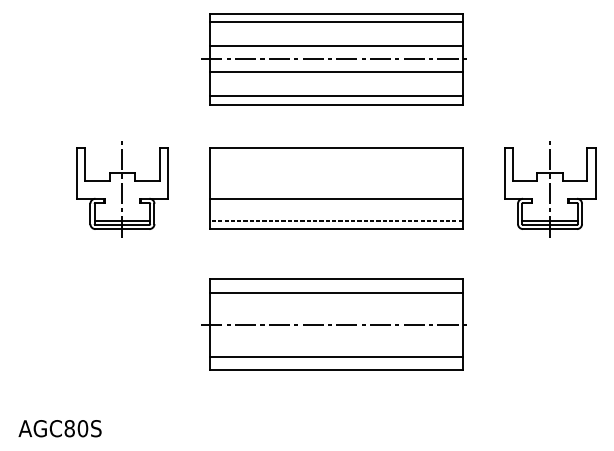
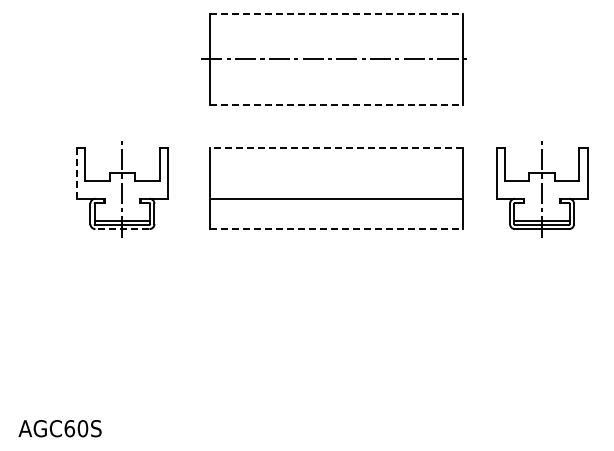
line at (336, 13): solid -> dashed
line at (335, 22): present -> none
line at (335, 46): present -> none
line at (335, 72): present -> none
line at (335, 96): present -> none
line at (336, 104): solid -> dashed
line at (335, 148): solid -> dashed
line at (76, 173): solid -> dashed
part at (550, 189) position: (550, 189) -> (542, 189)
line at (335, 220): present -> none
line at (122, 229): solid -> dashed
line at (336, 229): solid -> dashed
part at (333, 324): present -> none
text at (69, 428): AGC80S -> AGC60S
